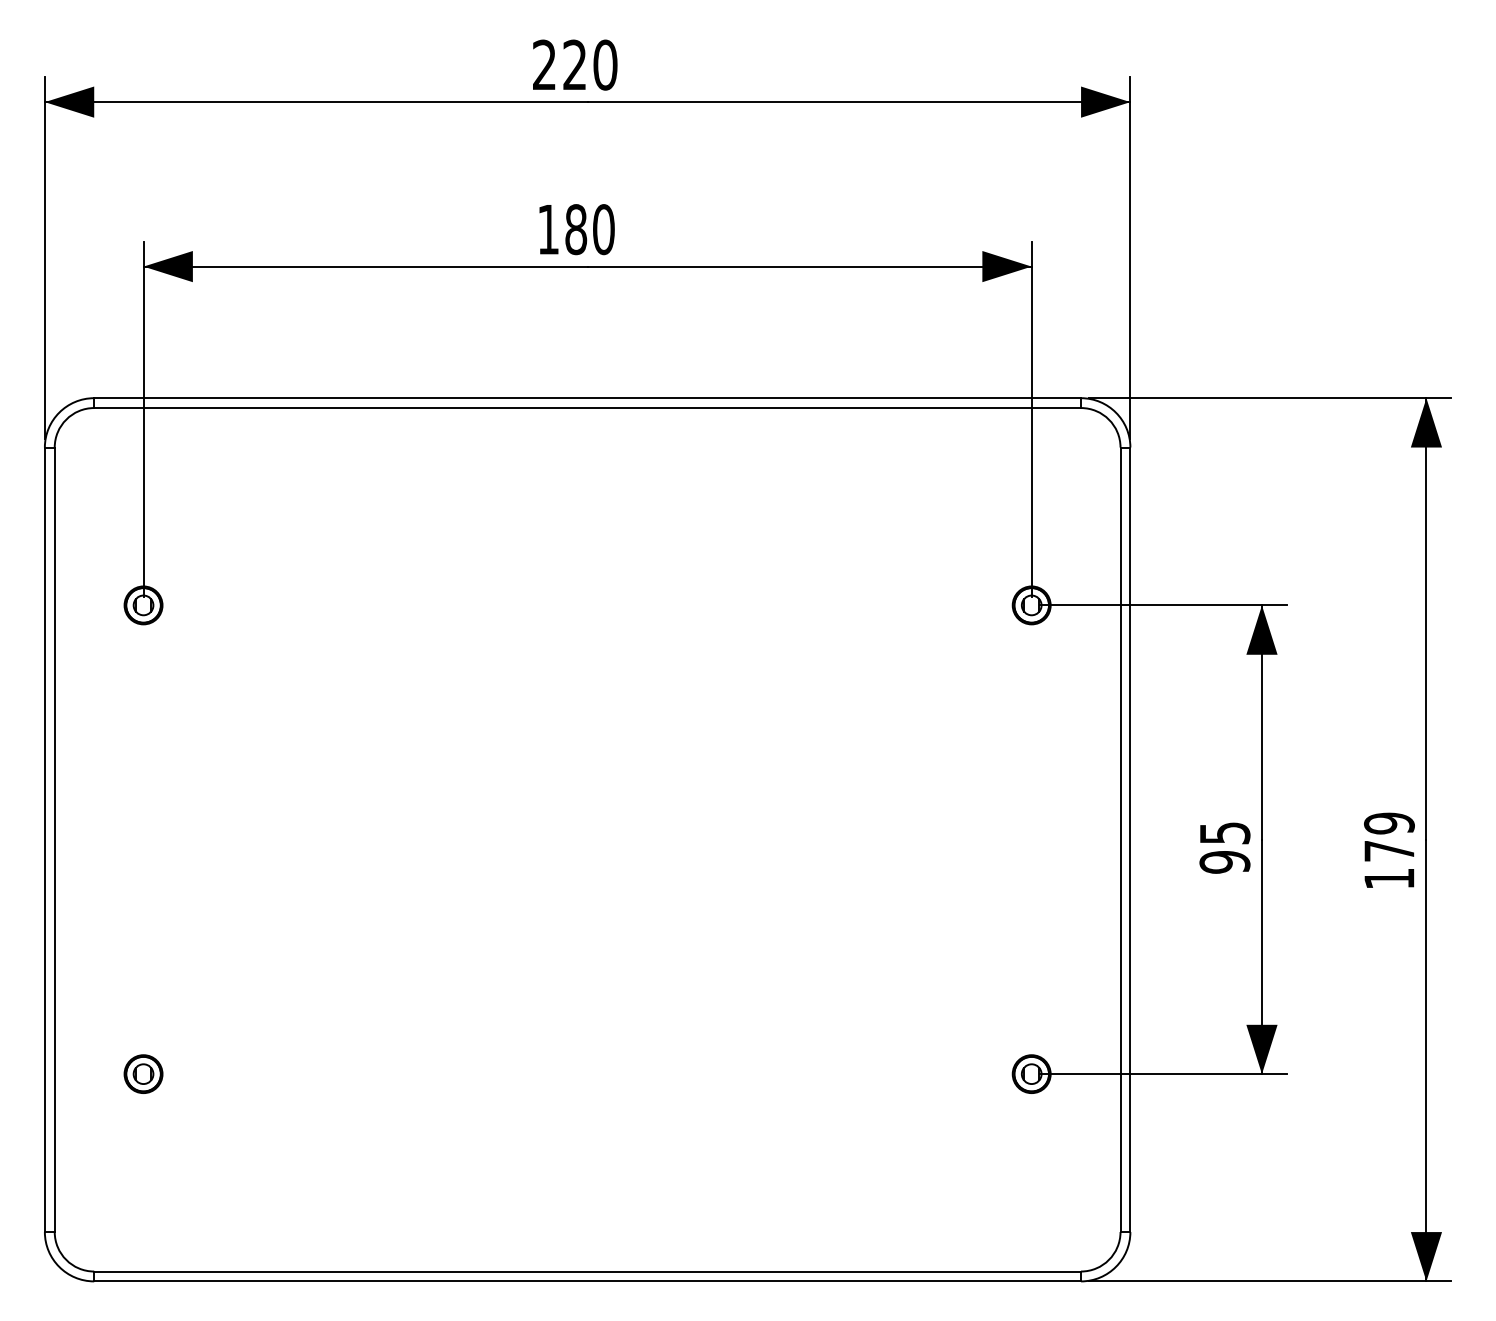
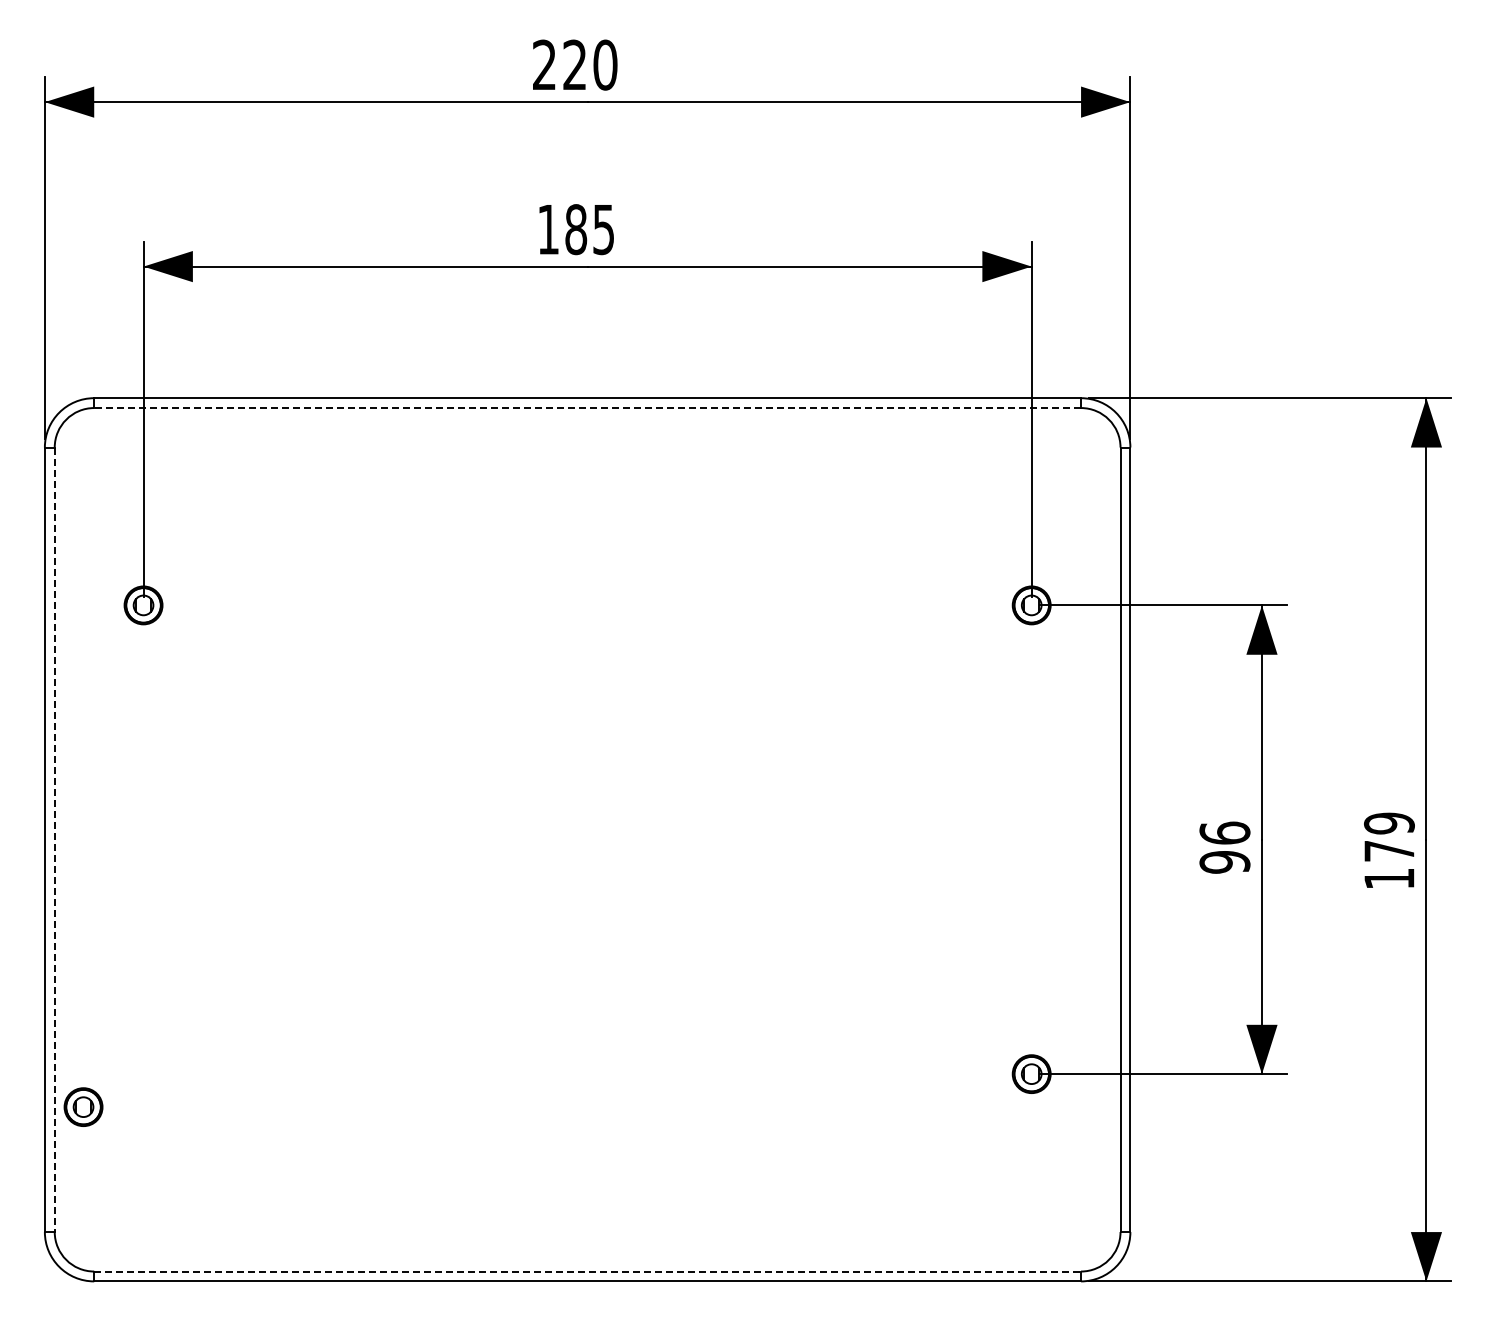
text at (603, 229): 180 -> 185
line at (587, 408): solid -> dashed
text at (1224, 832): 95 -> 96
line at (54, 840): solid -> dashed
part at (143, 1073) position: (143, 1073) -> (83, 1106)
line at (588, 1271): solid -> dashed
